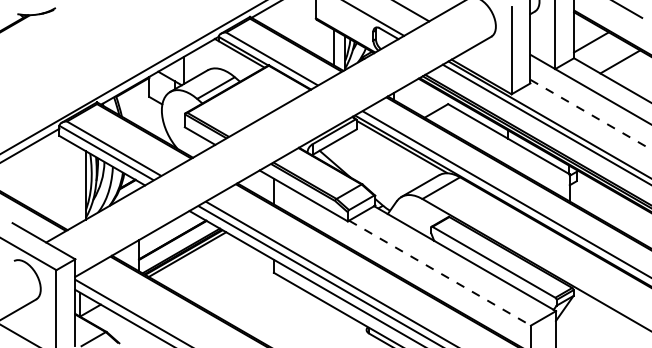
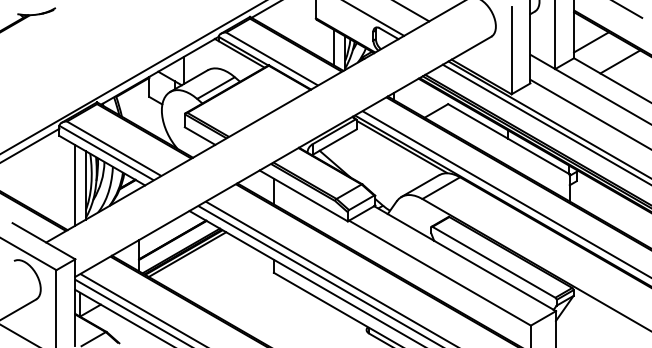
line at (590, 114): dashed -> solid
line at (74, 185): none -> present
line at (440, 273): dashed -> solid
line at (141, 309): none -> present
